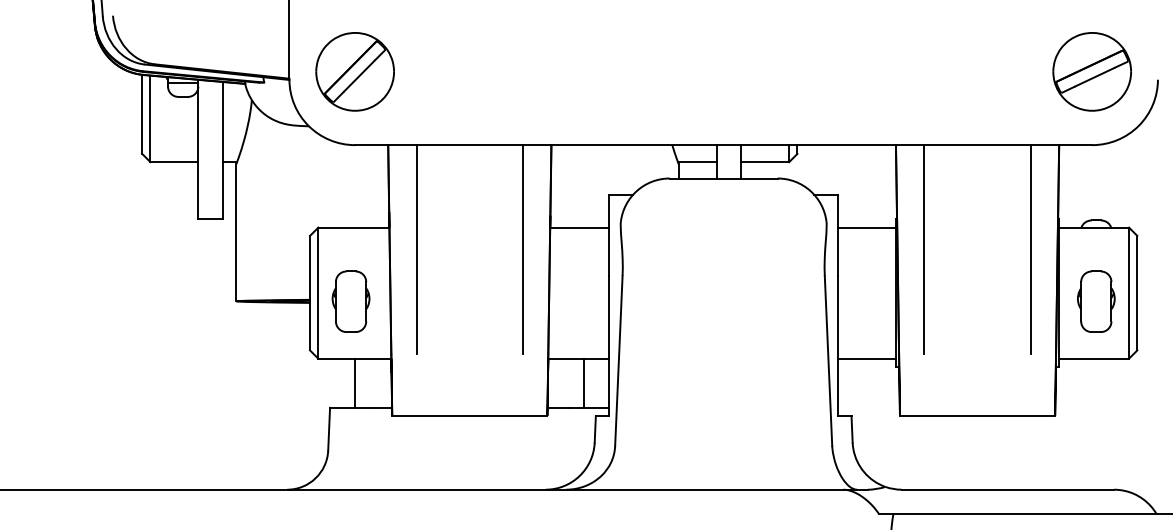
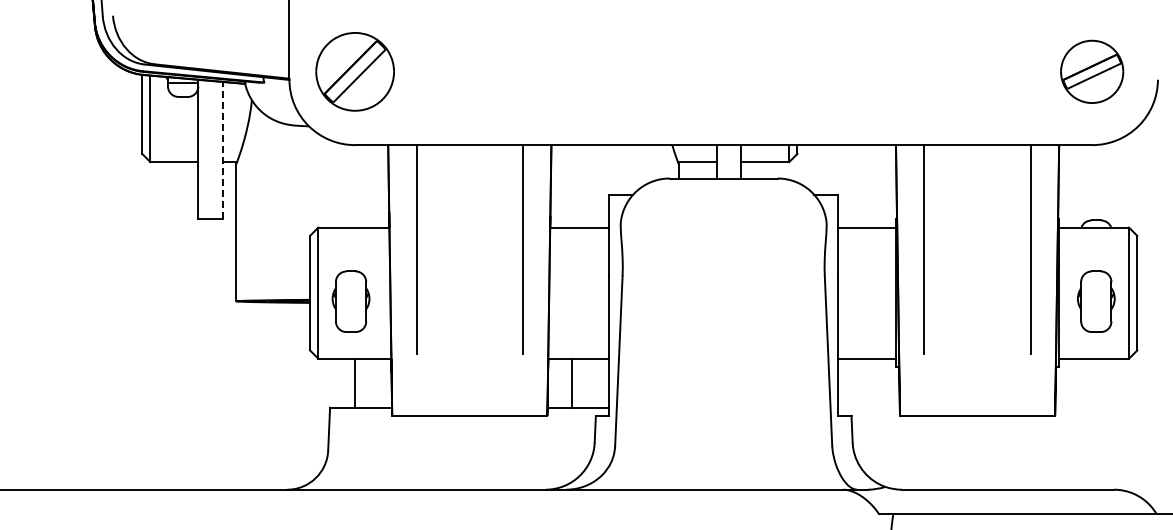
part at (1091, 71) size: 80x80 px -> 65x65 px
line at (222, 150): solid -> dashed
line at (584, 382) position: (584, 382) -> (572, 382)
